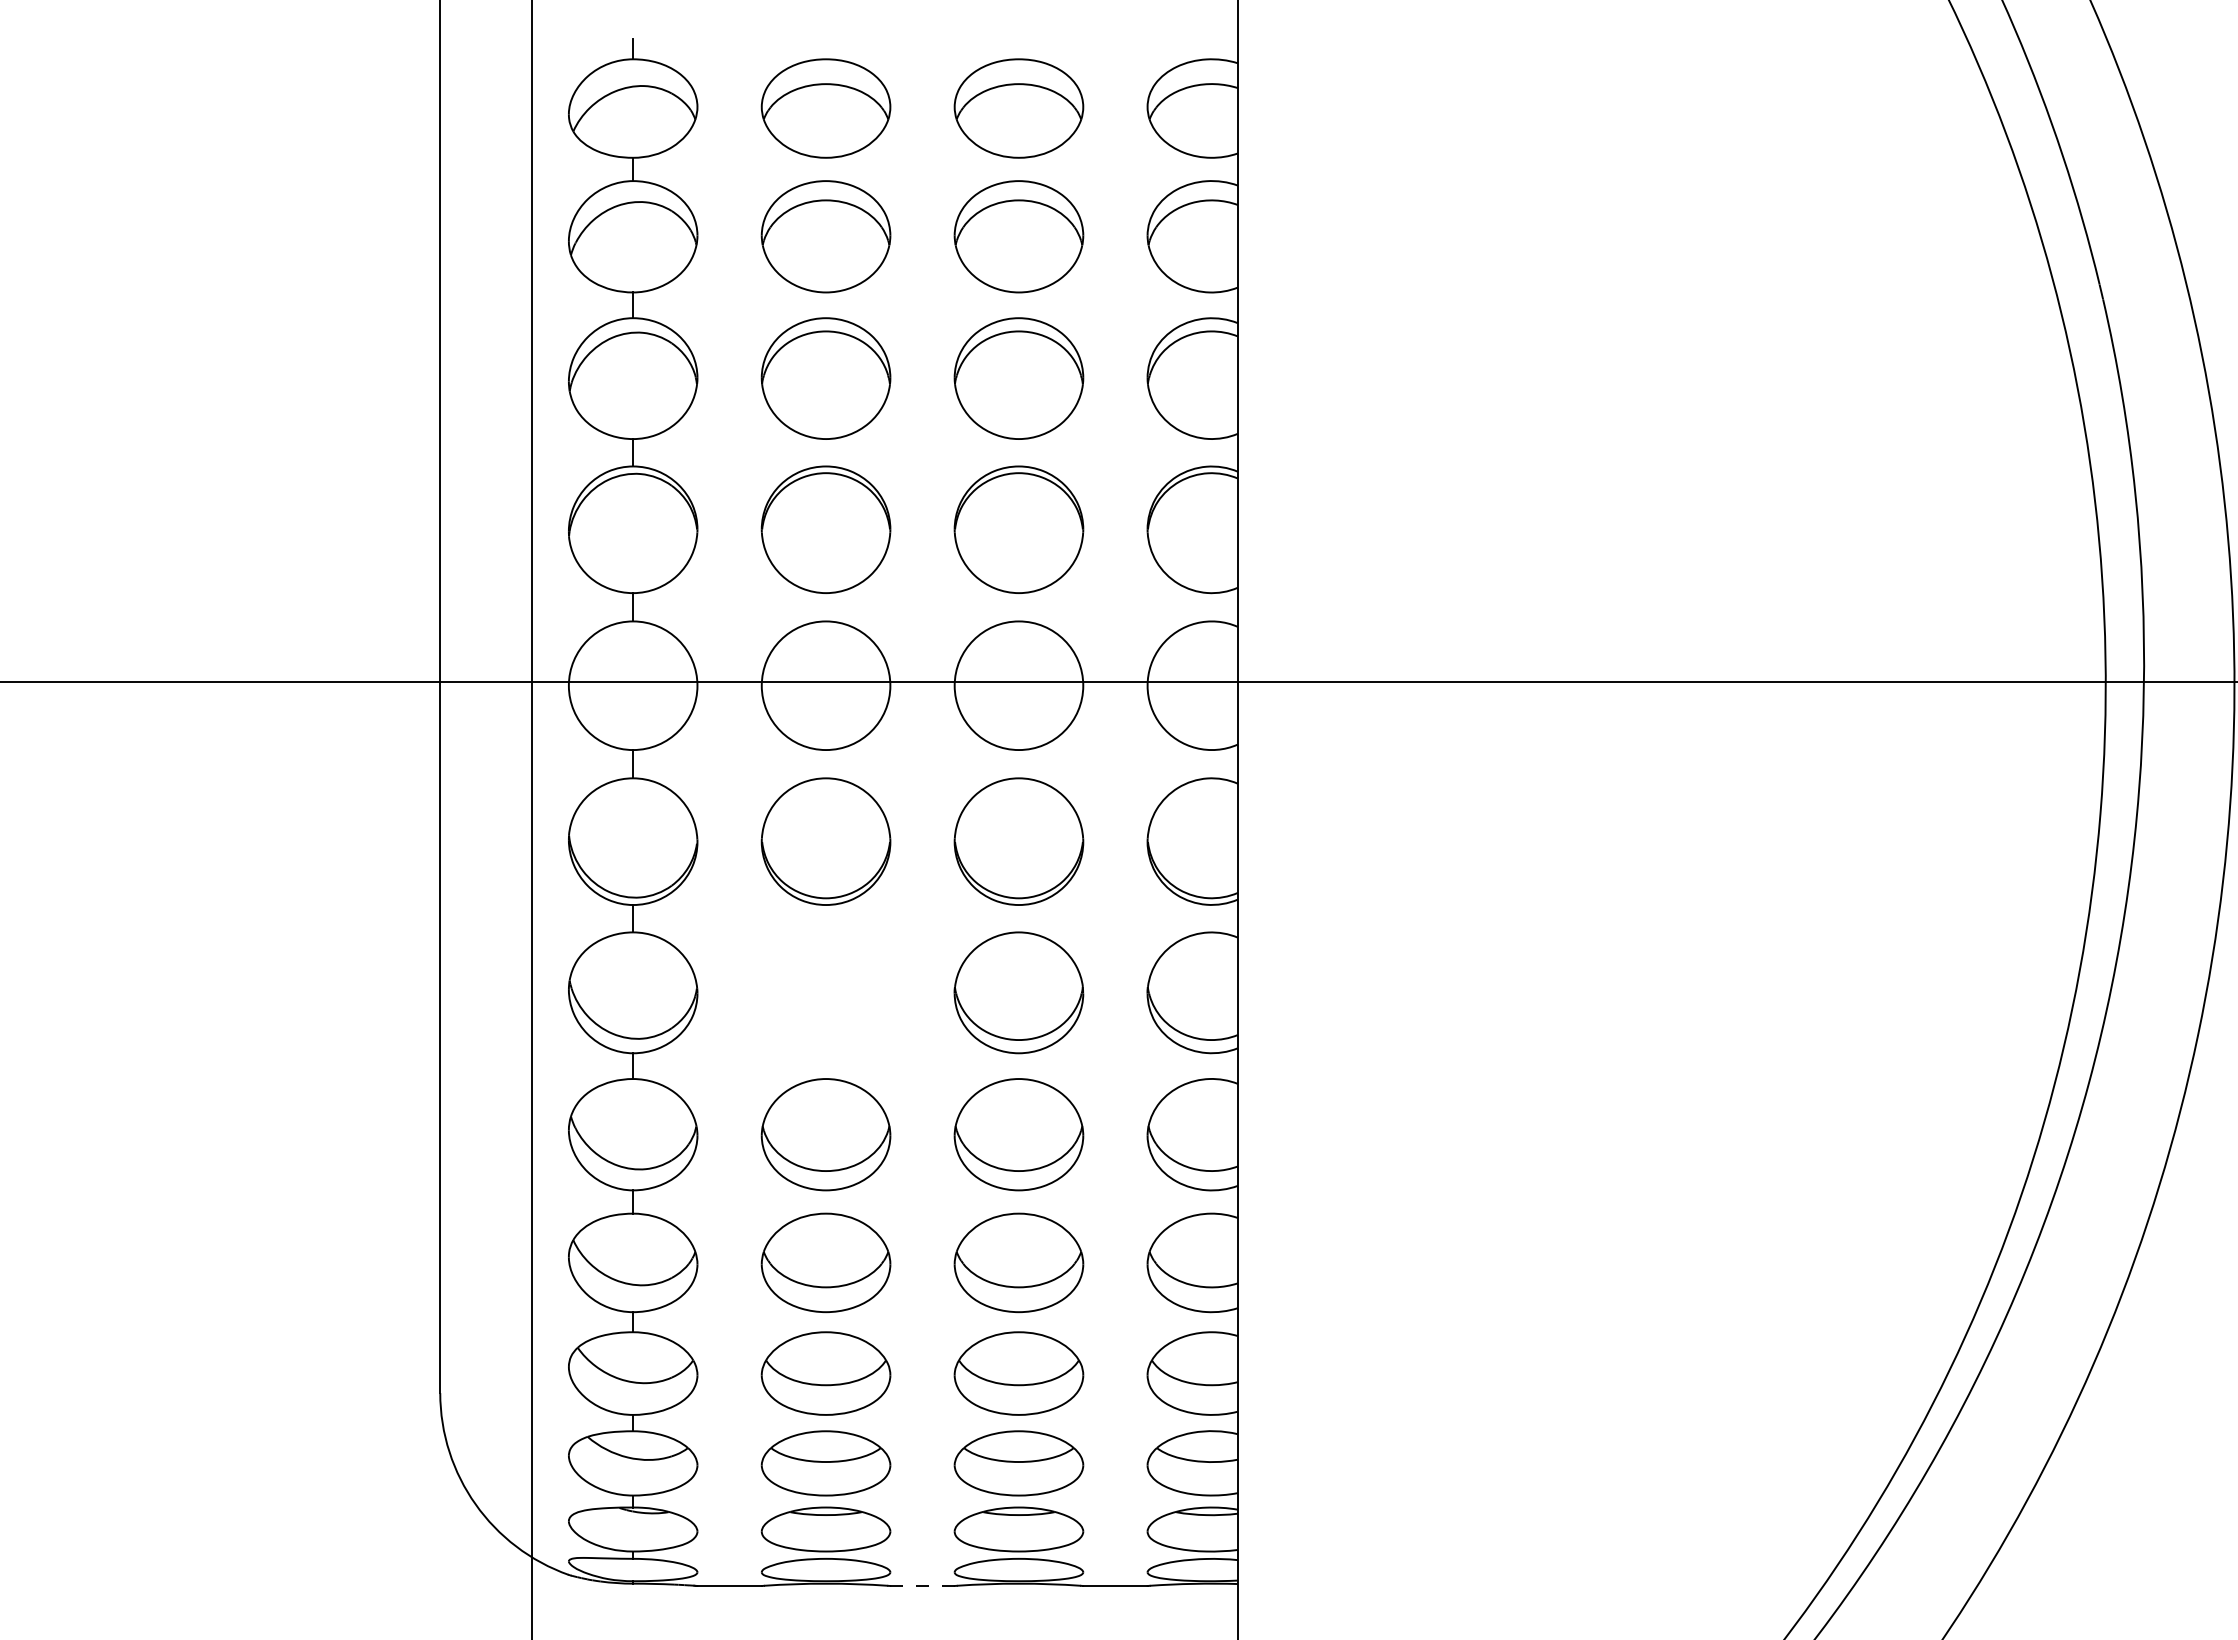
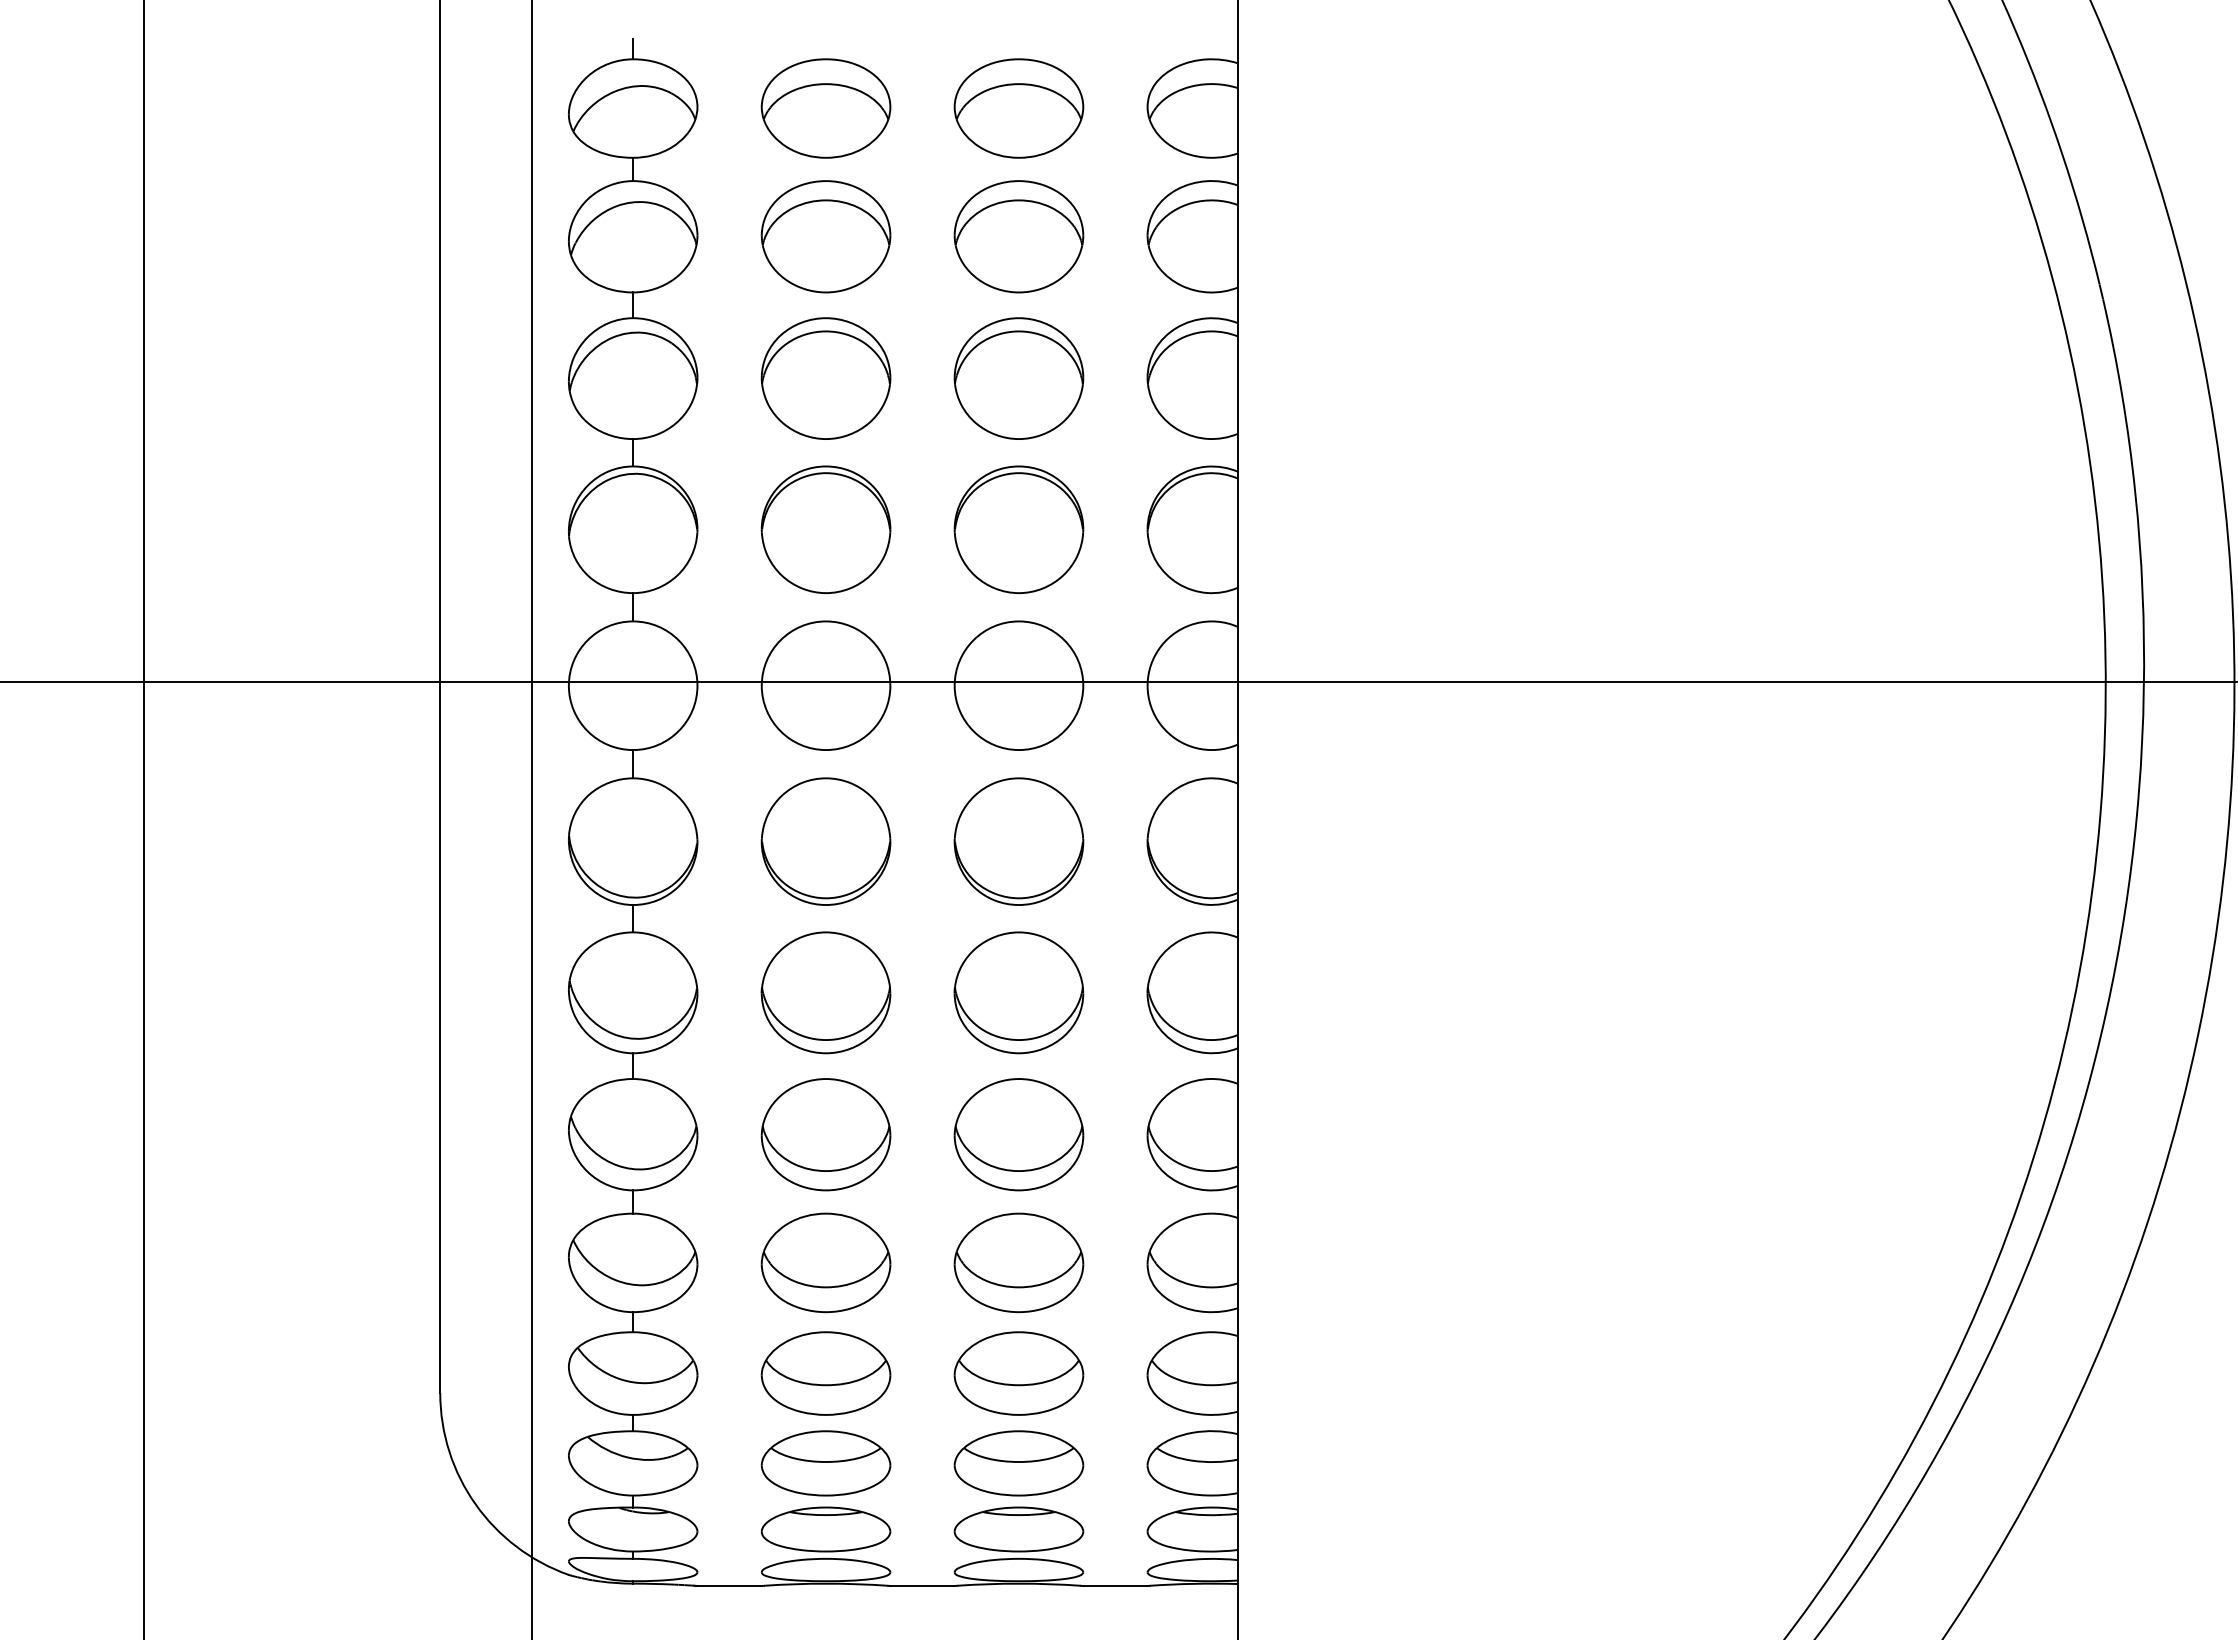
line at (144, 819): none -> present
part at (825, 992): none -> present
line at (922, 1585): dashed -> solid
